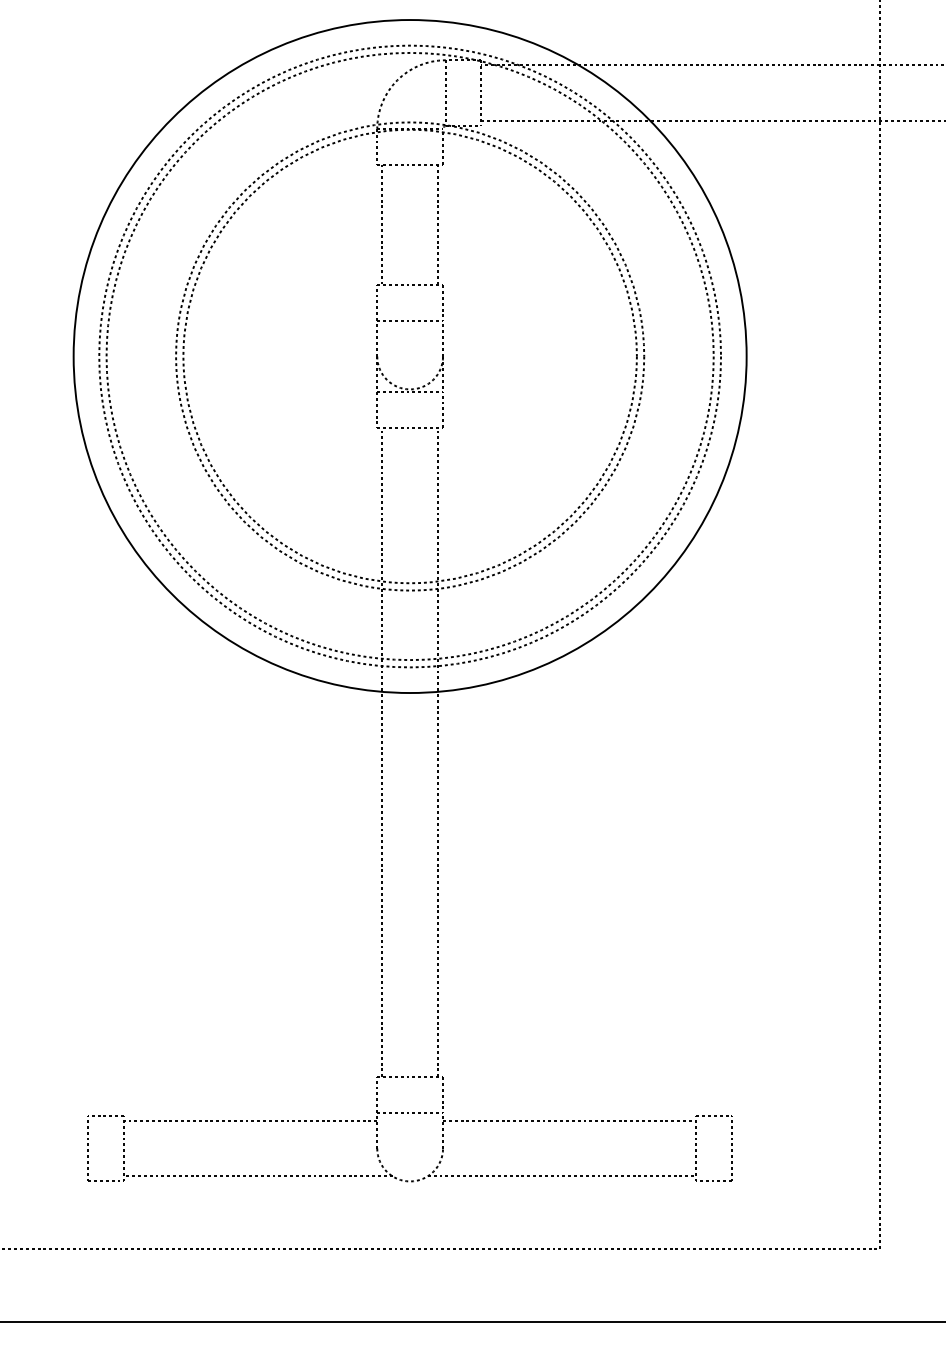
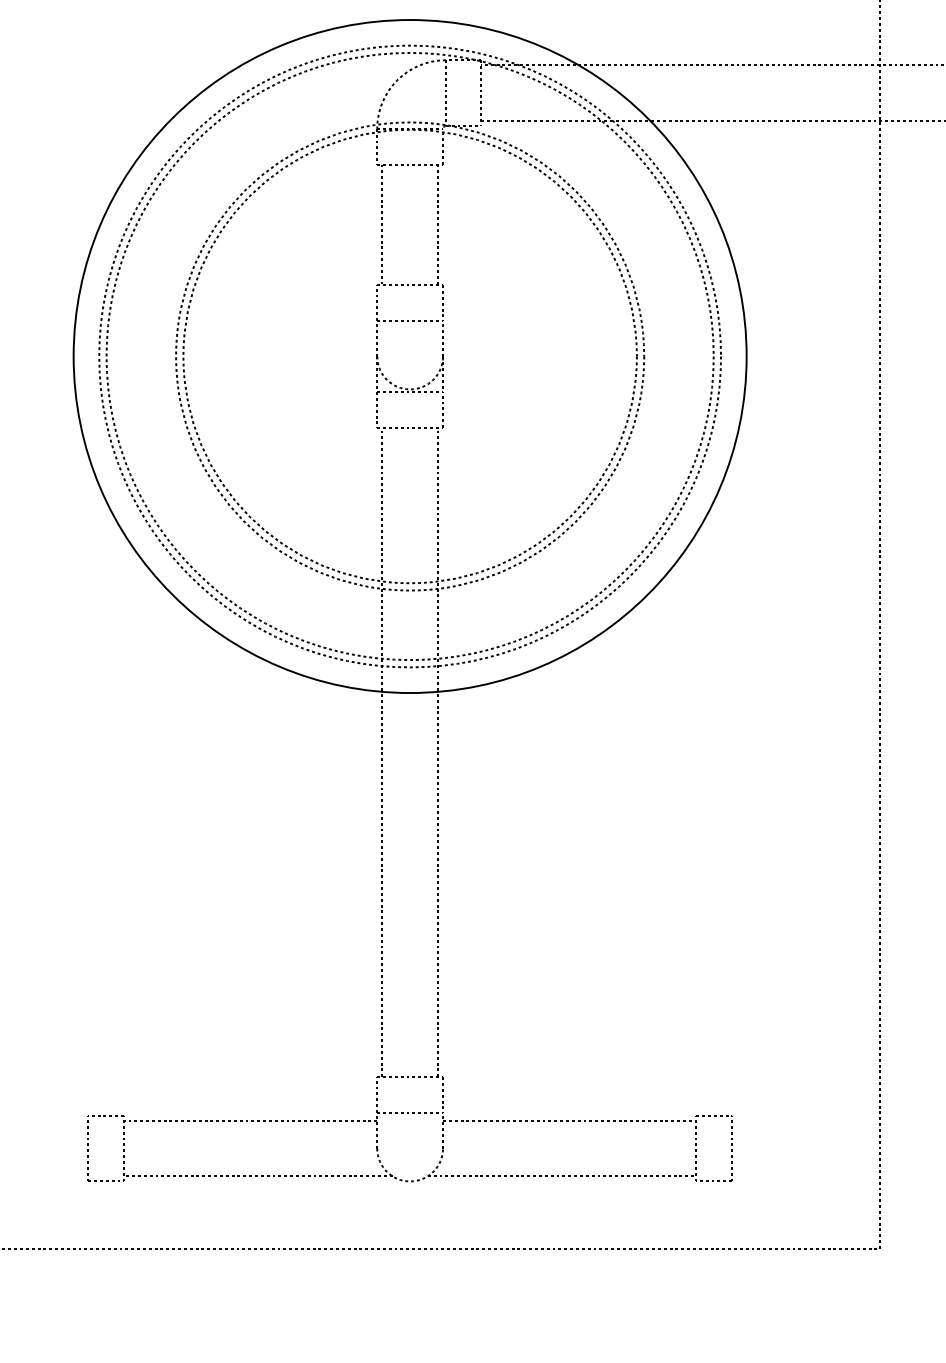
line at (472, 1322): present -> none
